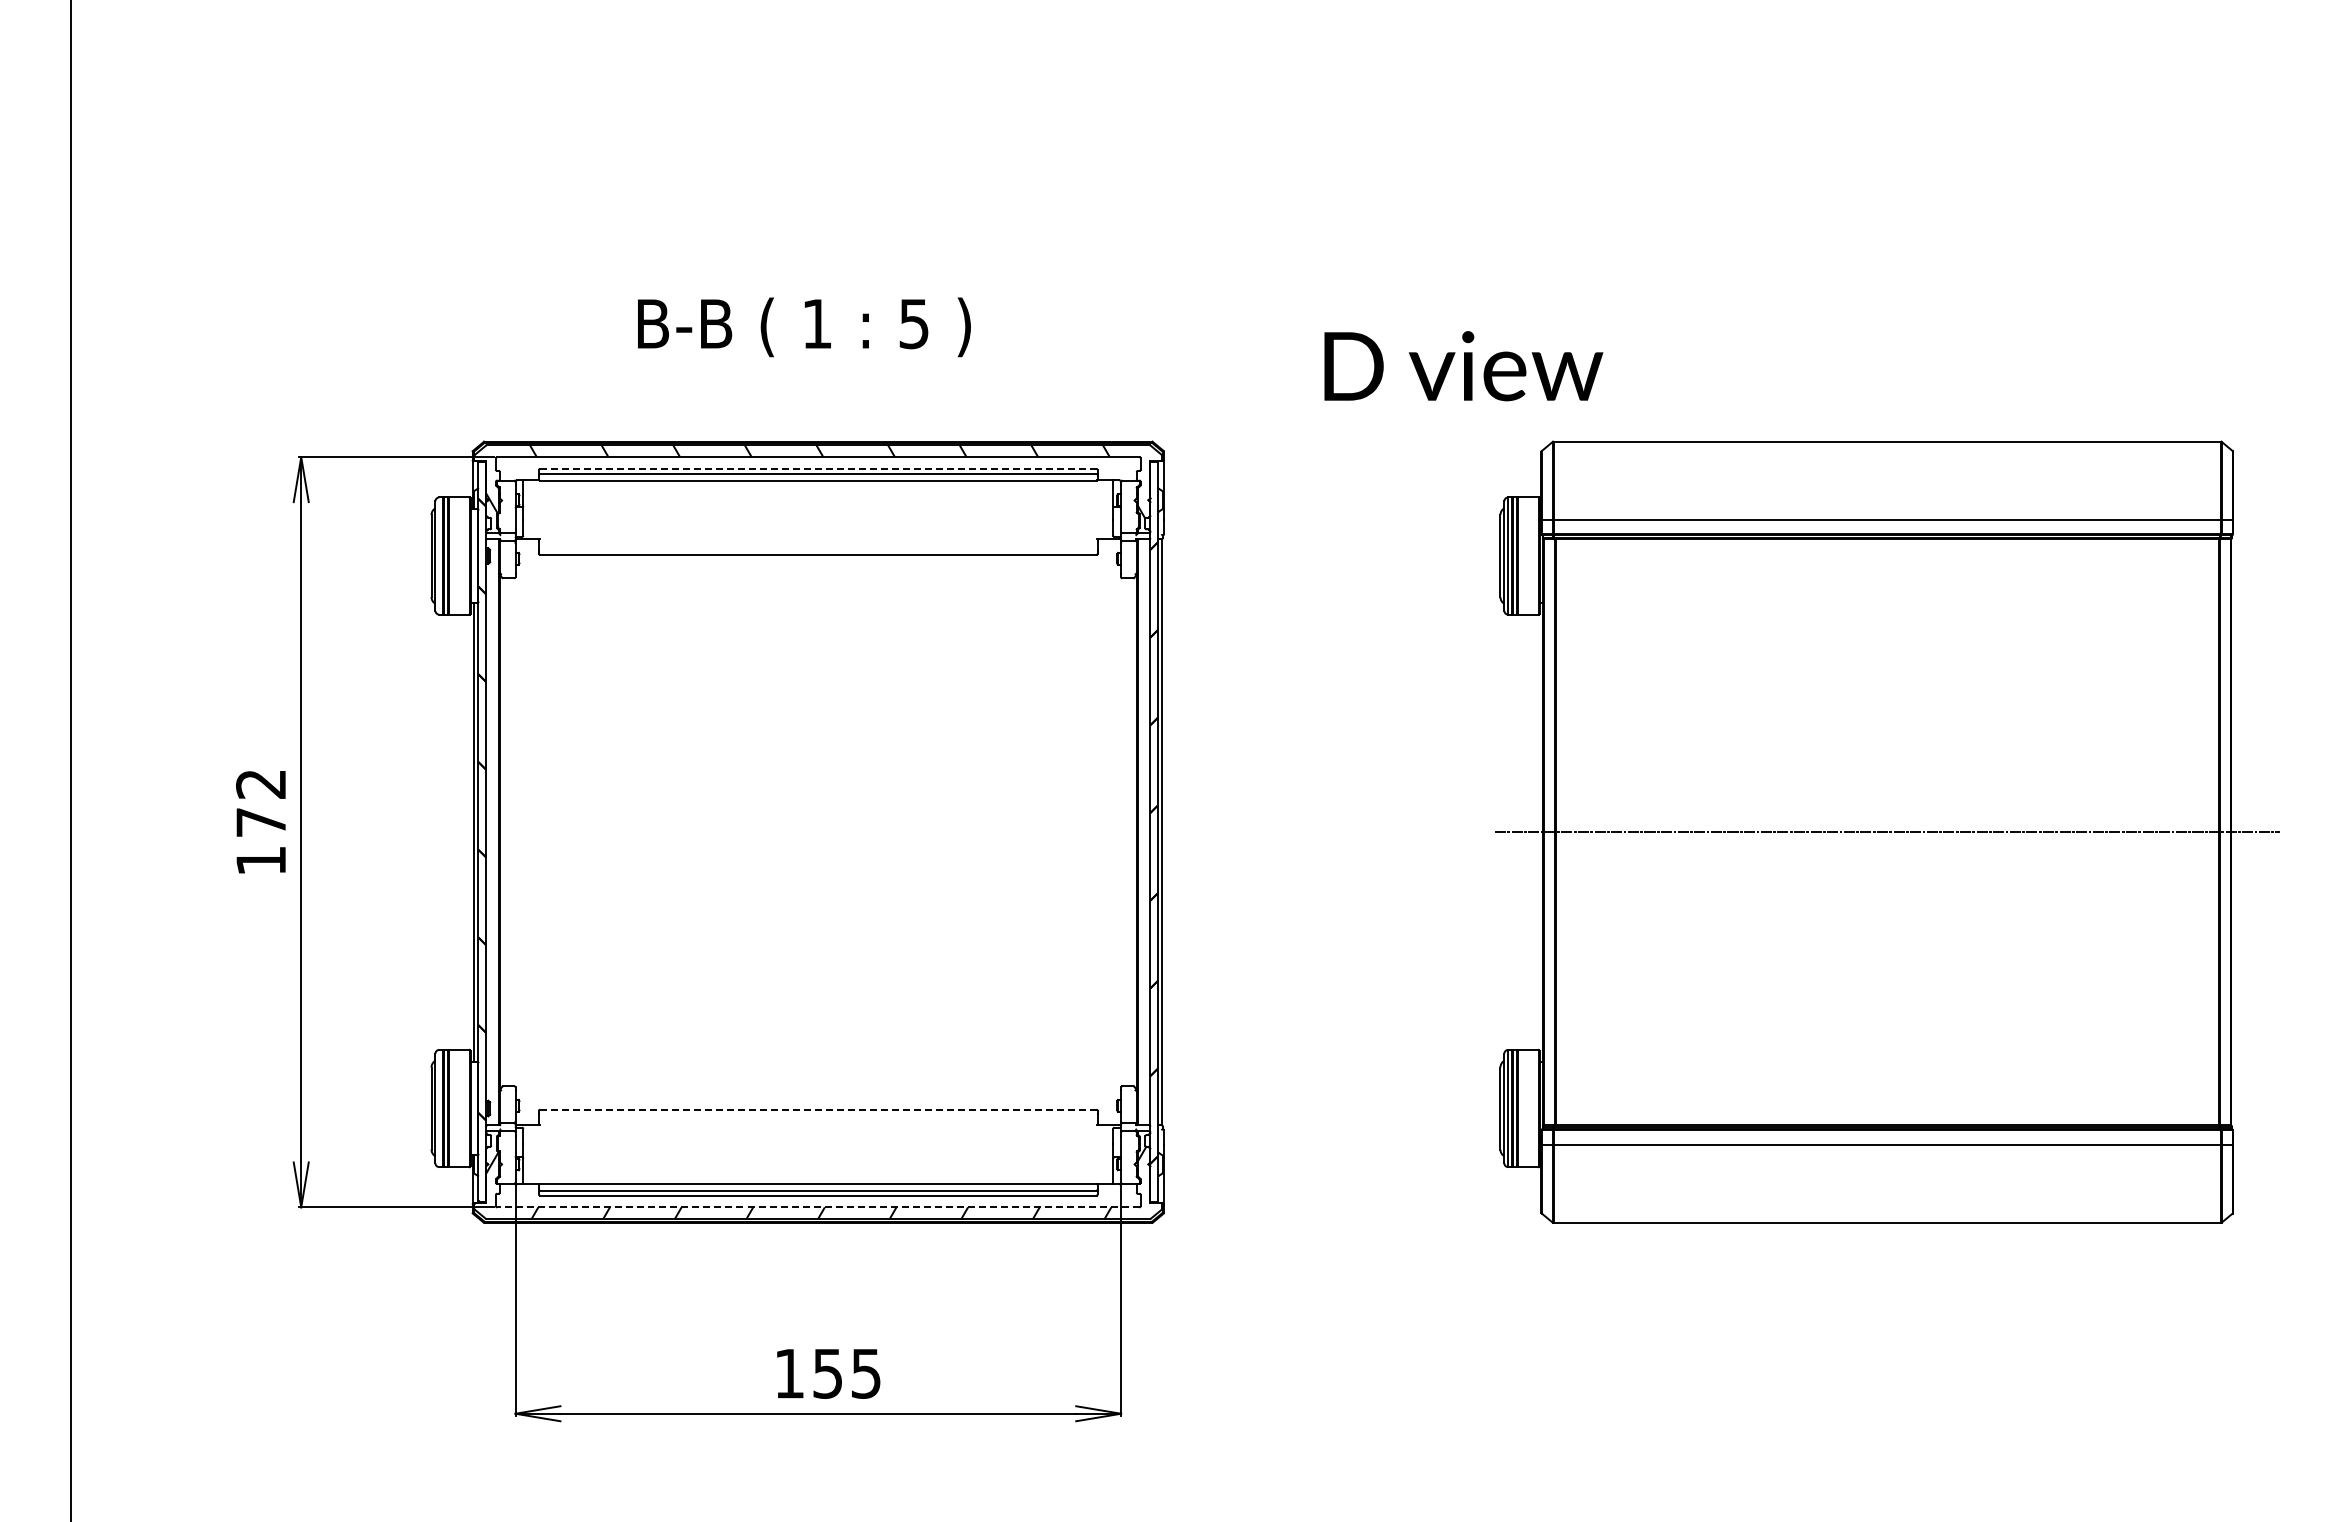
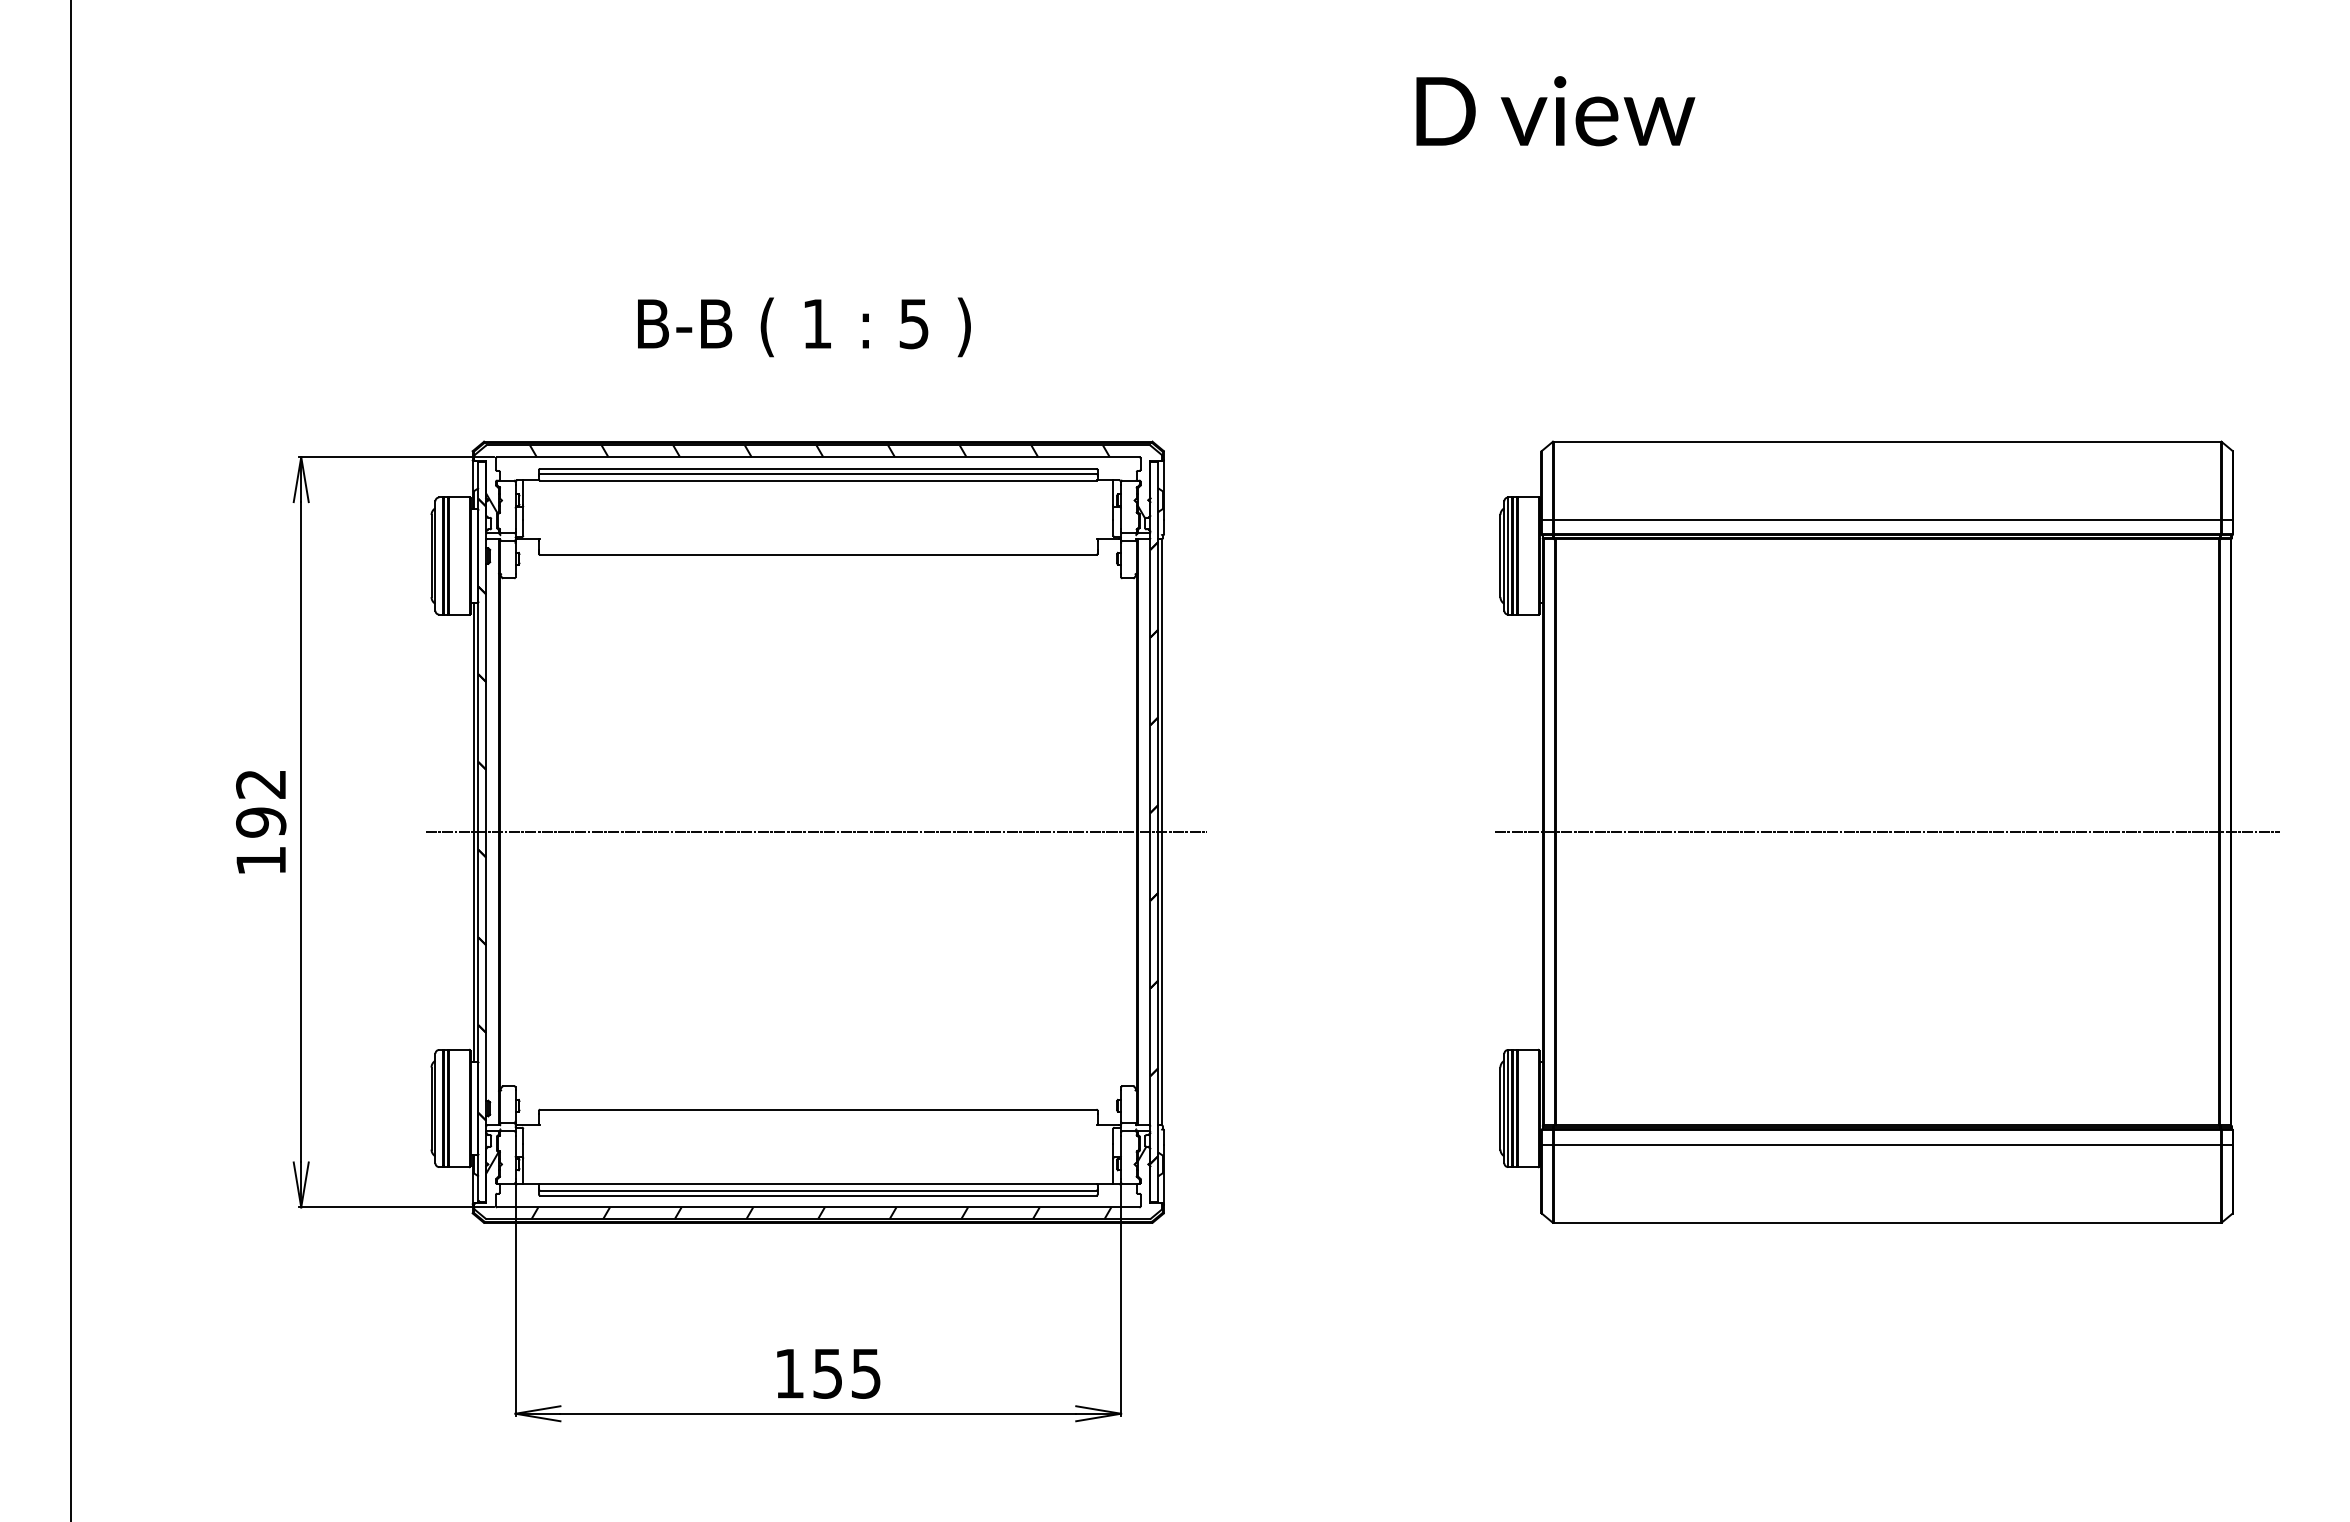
text at (1463, 366) position: (1463, 366) -> (1555, 111)
line at (817, 468): dashed -> solid
text at (261, 822): 172 -> 192
line at (816, 832): none -> present
line at (817, 1109): dashed -> solid
line at (817, 1207): dashed -> solid
